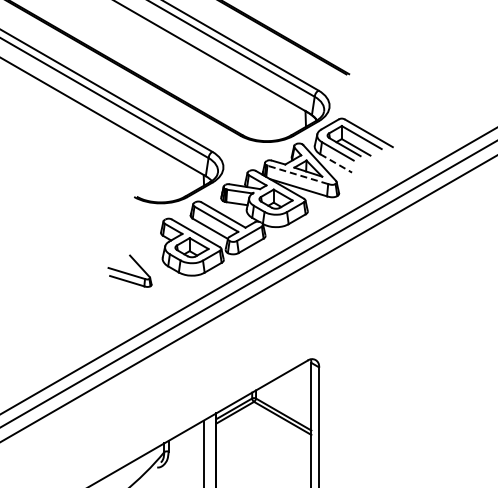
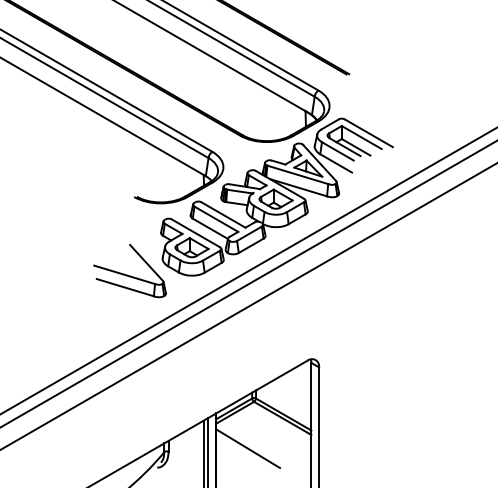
line at (336, 163): dashed -> solid
line at (297, 174): dashed -> solid
part at (129, 270) size: 46x34 px -> 74x55 px
line at (248, 298) position: (248, 298) -> (248, 306)
line at (247, 448): none -> present
line at (207, 451): none -> present
